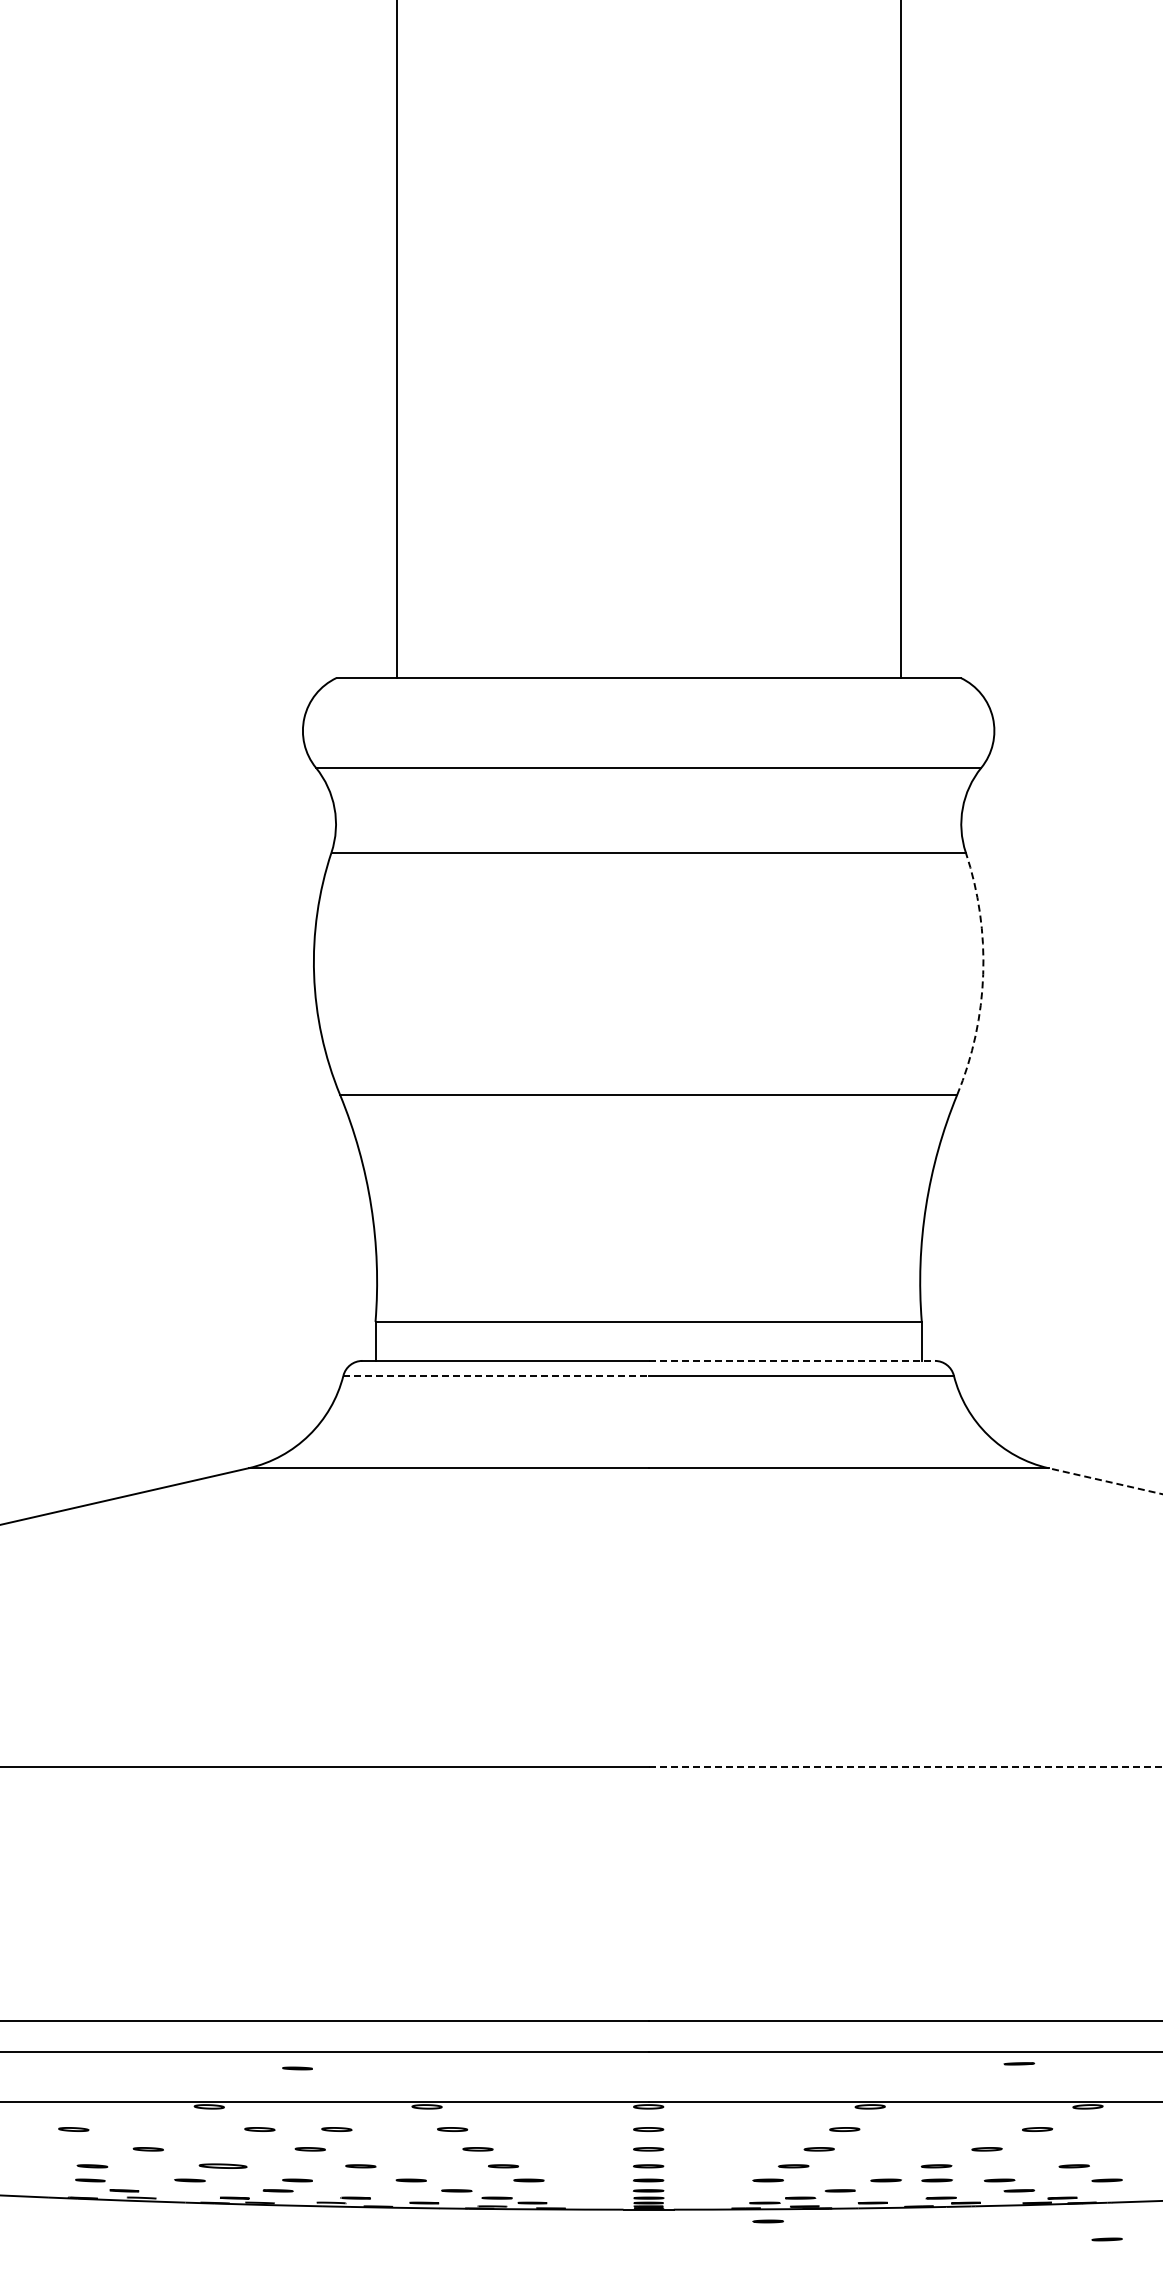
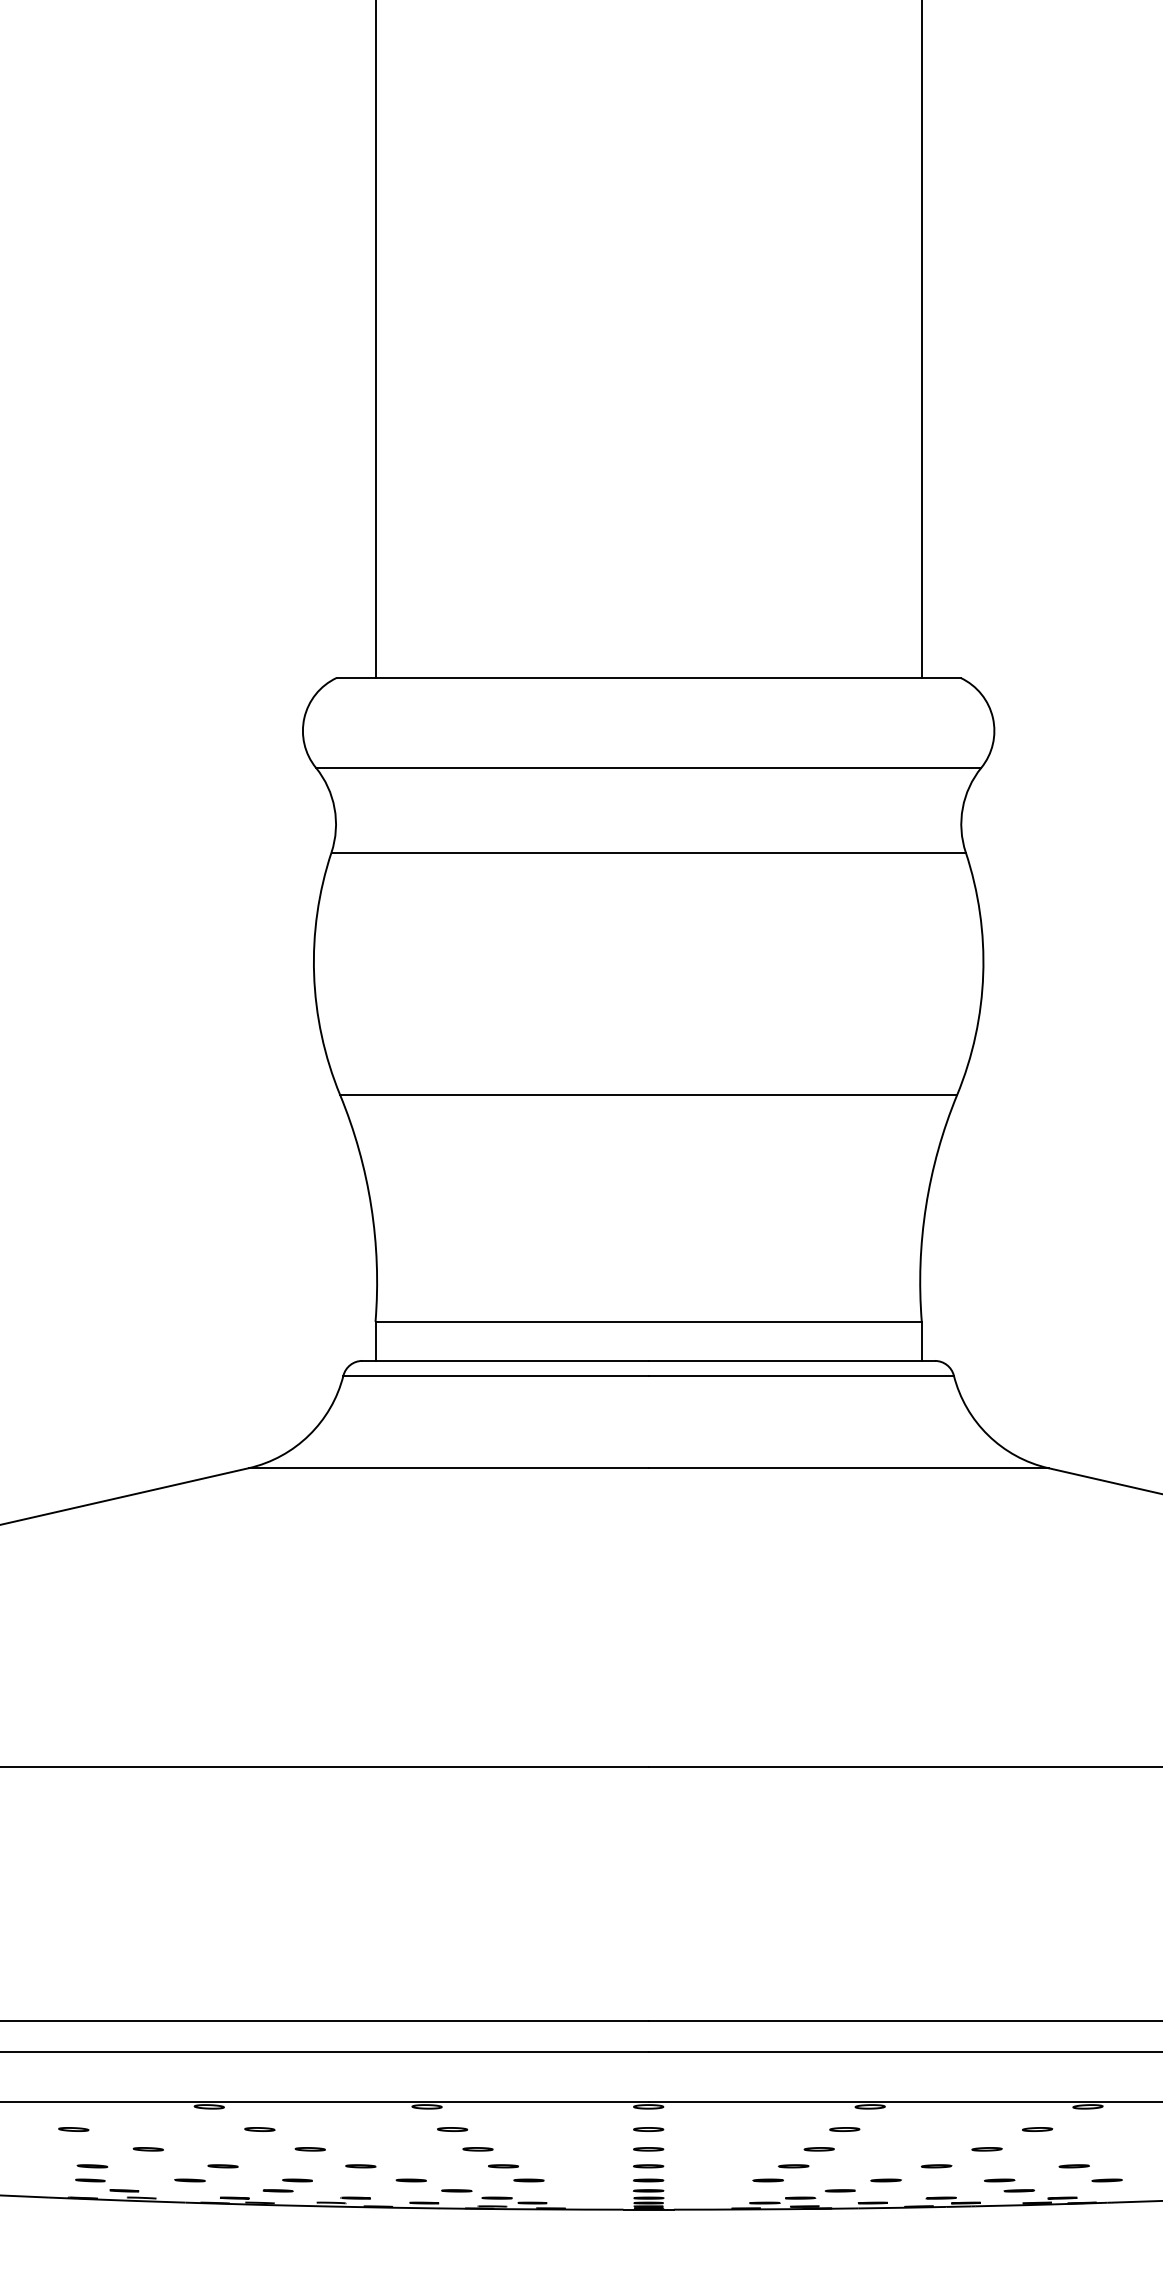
line at (396, 340) position: (396, 340) -> (375, 340)
line at (900, 340) position: (900, 340) -> (921, 340)
arc at (983, 974): dashed -> solid
line at (792, 1360): dashed -> solid
line at (496, 1375): dashed -> solid
line at (1105, 1481): dashed -> solid
line at (905, 1766): dashed -> solid
line at (1019, 2063): present -> none
line at (297, 2068): present -> none
line at (336, 2128): present -> none
part at (222, 2165) size: 50x6 px -> 32x5 px
line at (936, 2180): present -> none
line at (767, 2221): present -> none
line at (1106, 2239): present -> none
